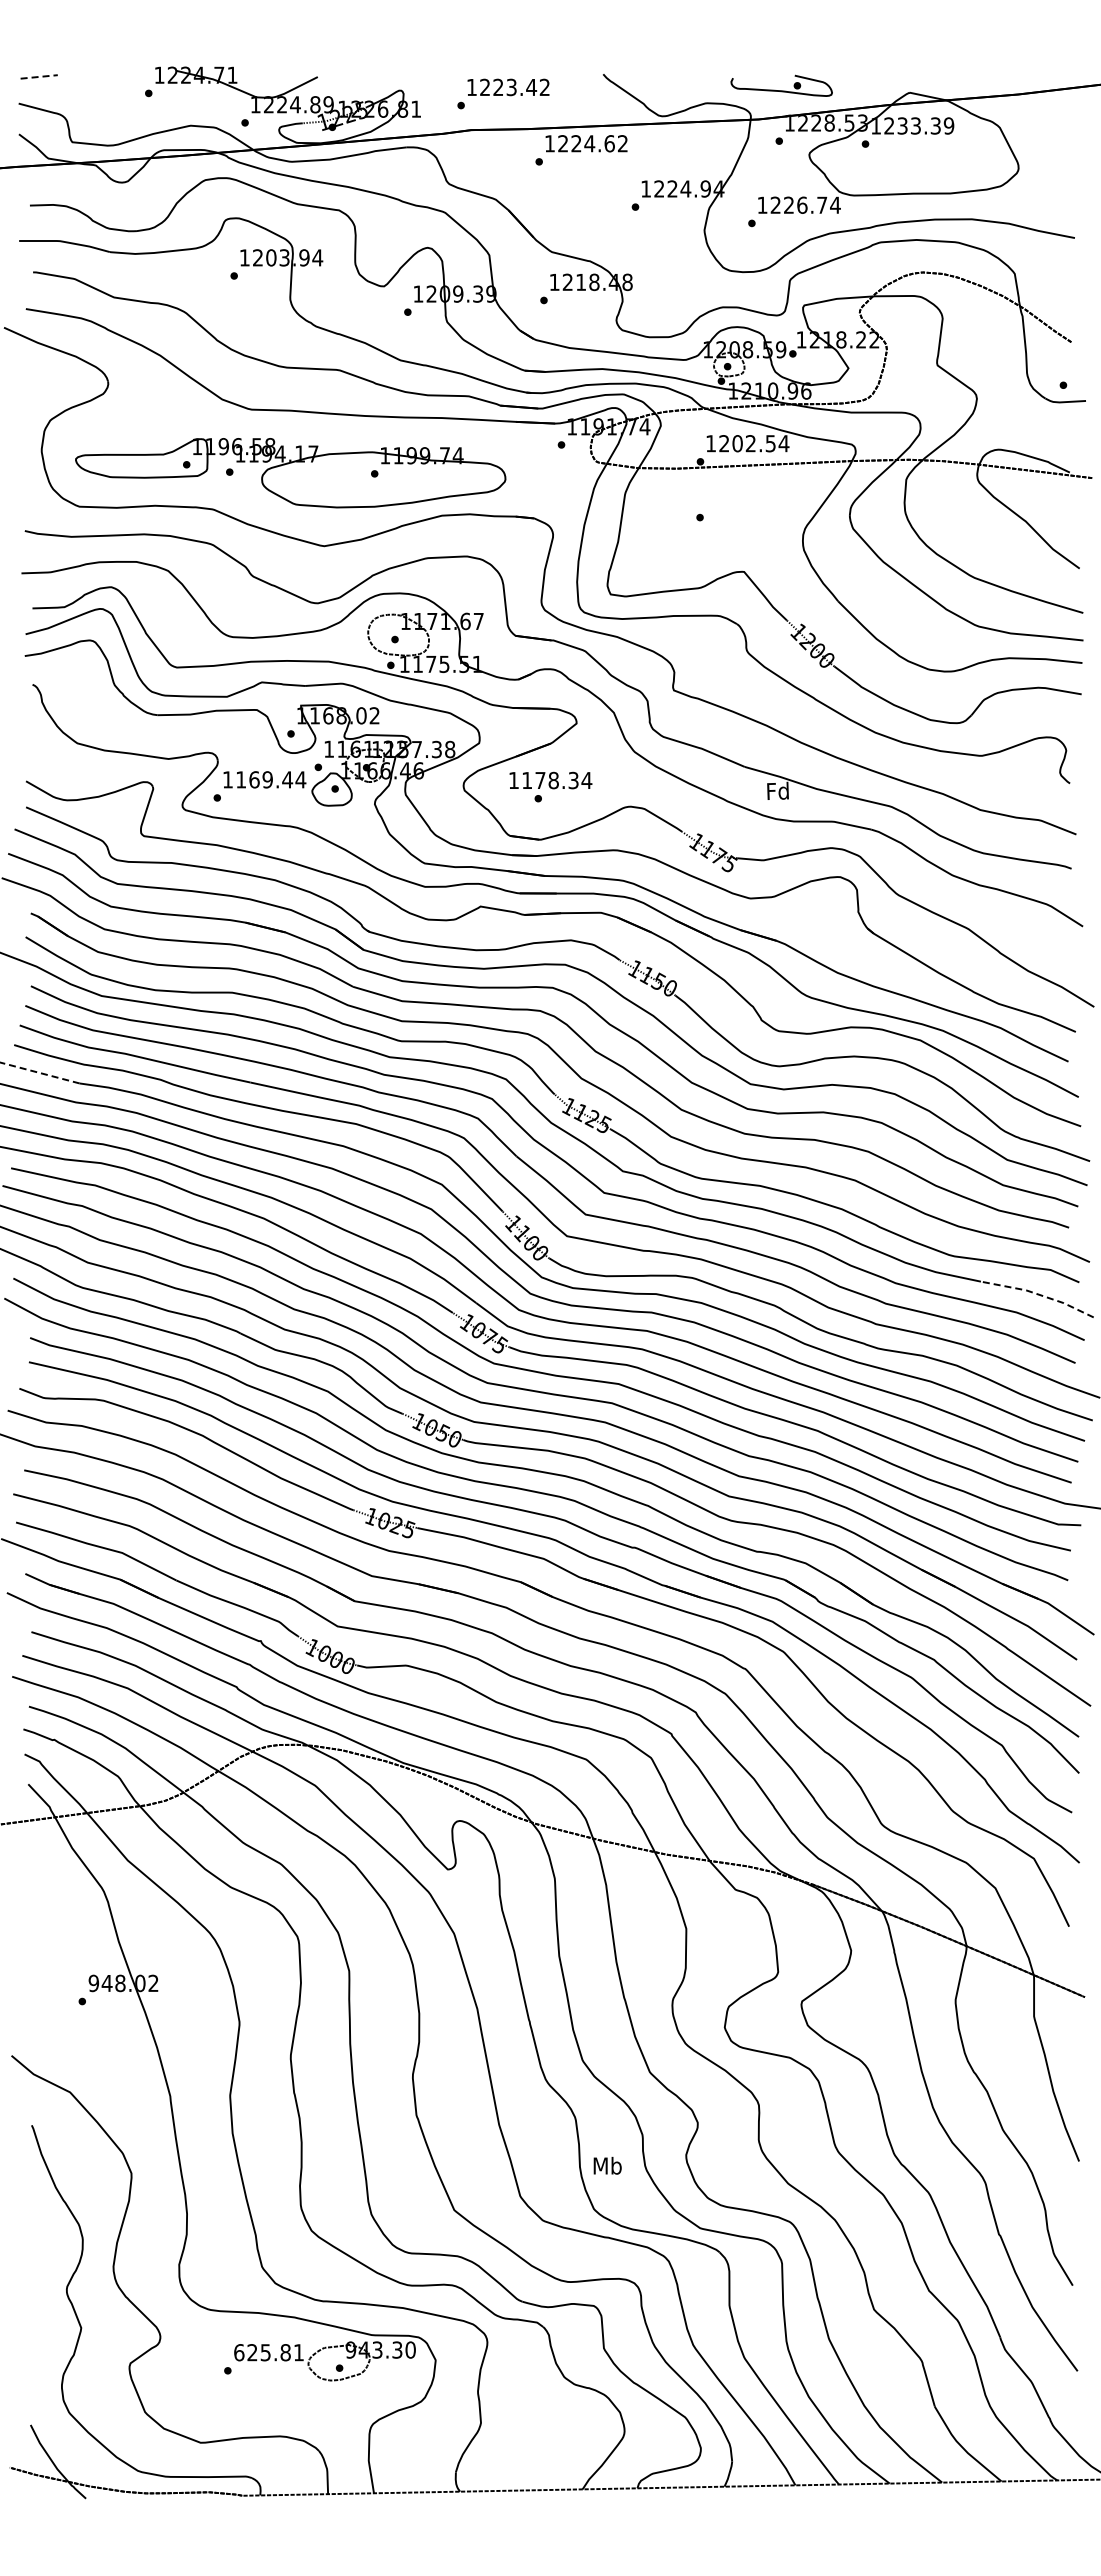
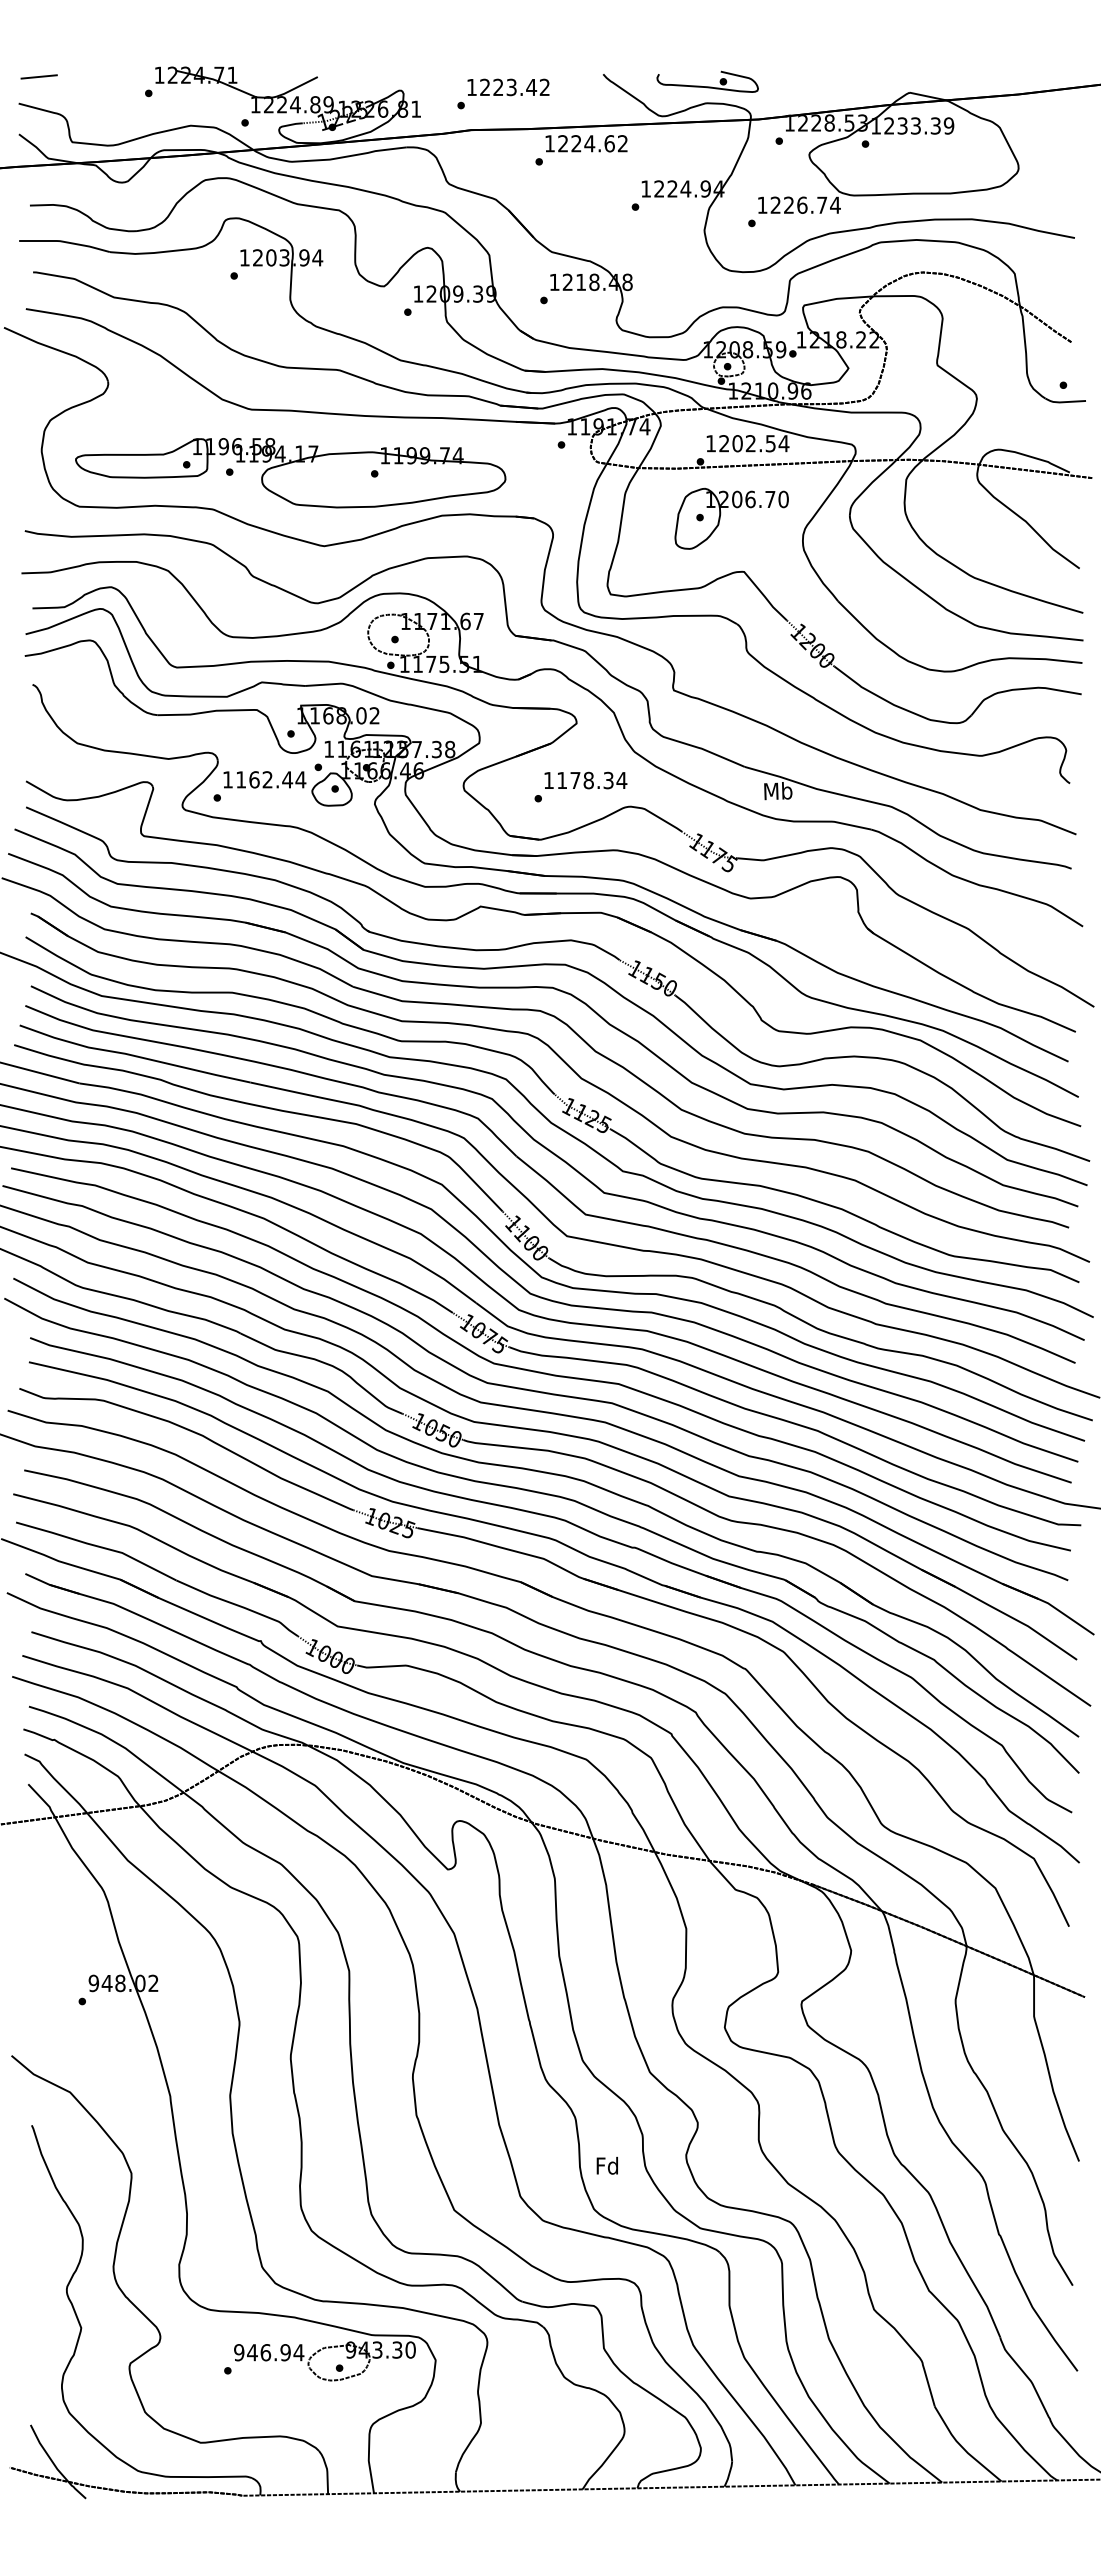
line at (39, 76): dashed -> solid
part at (781, 85) position: (781, 85) -> (707, 81)
part at (721, 514): none -> present
text at (267, 779): 1169.44 -> 1162.44
text at (550, 780) position: (550, 780) -> (585, 780)
text at (778, 790): Fd -> Mb
line at (39, 1072): dashed -> solid
line at (1038, 1294): dashed -> solid
text at (607, 2165): Mb -> Fd
text at (269, 2352): 625.81 -> 946.94
